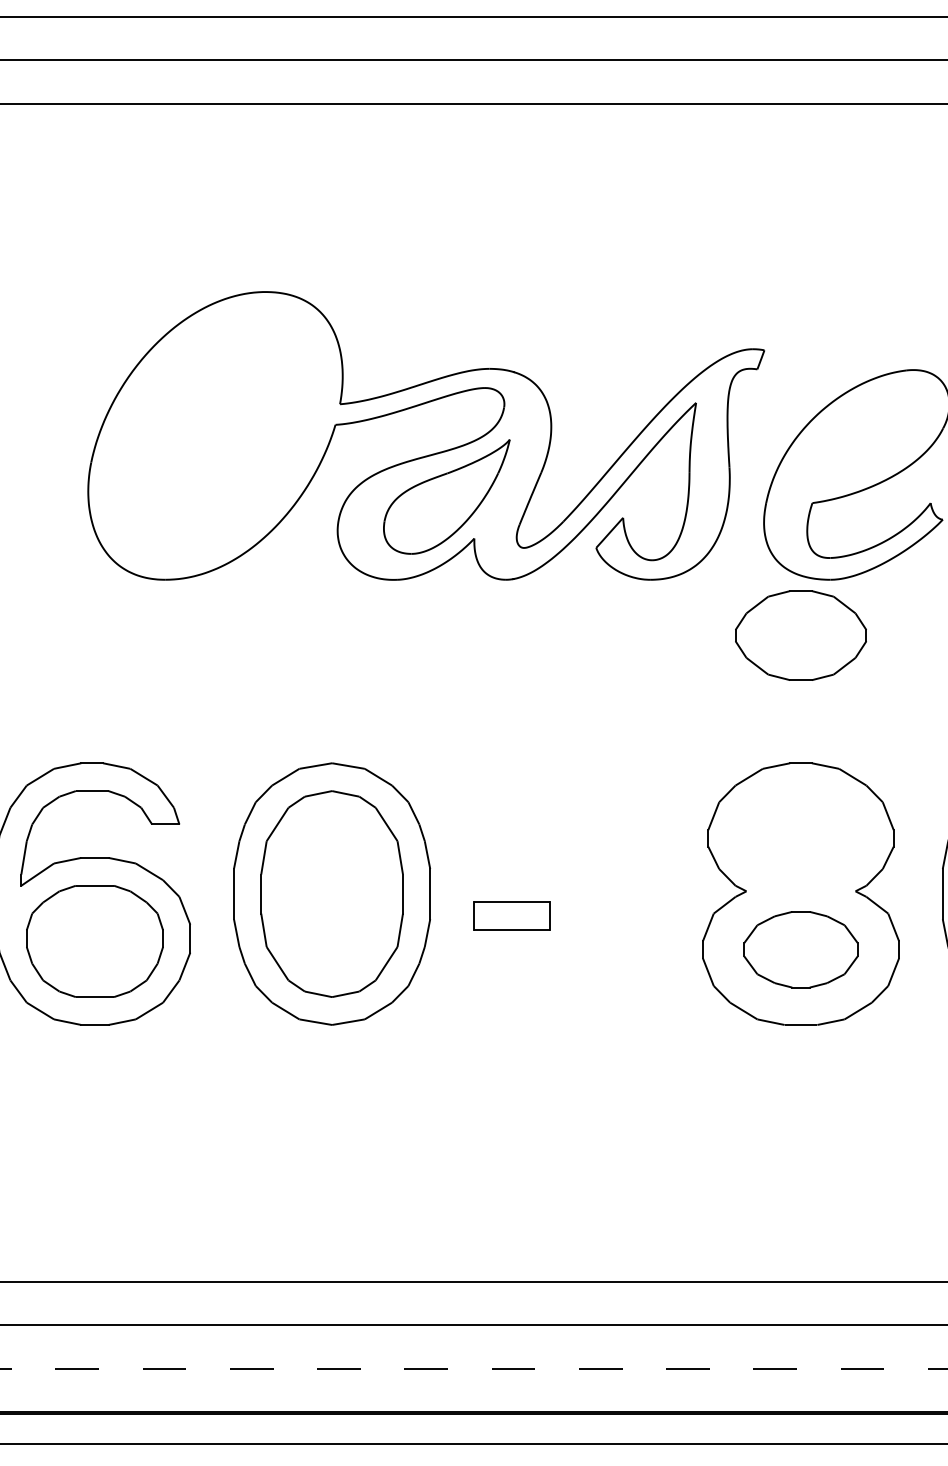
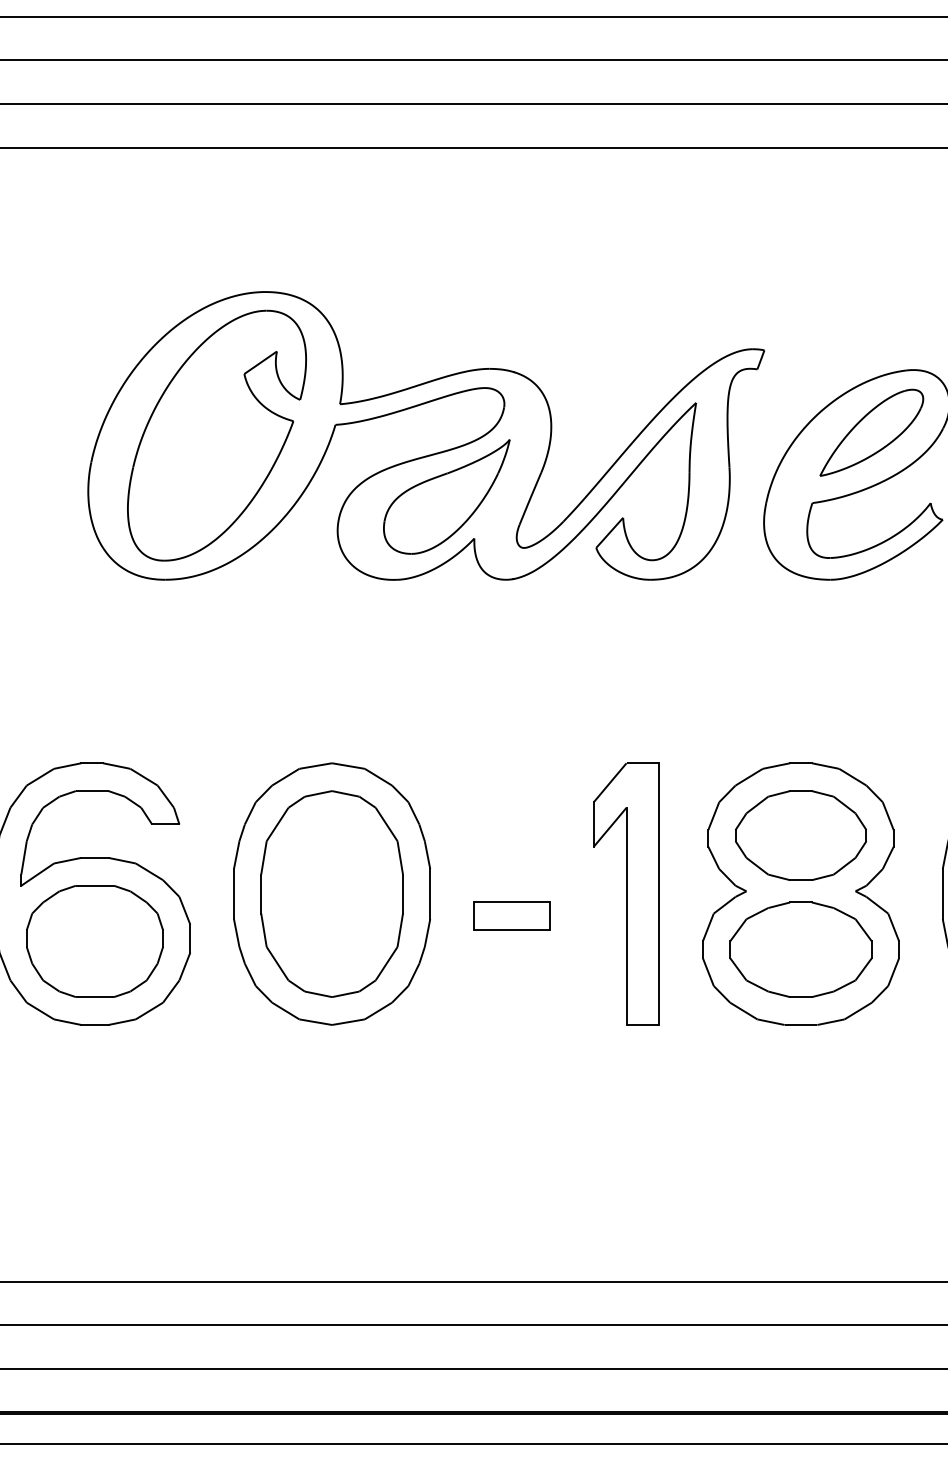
line at (473, 147): none -> present
part at (871, 432): none -> present
part at (216, 435): none -> present
part at (800, 635) position: (800, 635) -> (800, 835)
part at (626, 893): none -> present
part at (800, 949) size: 116x78 px -> 144x97 px
line at (473, 1368): dashed -> solid
